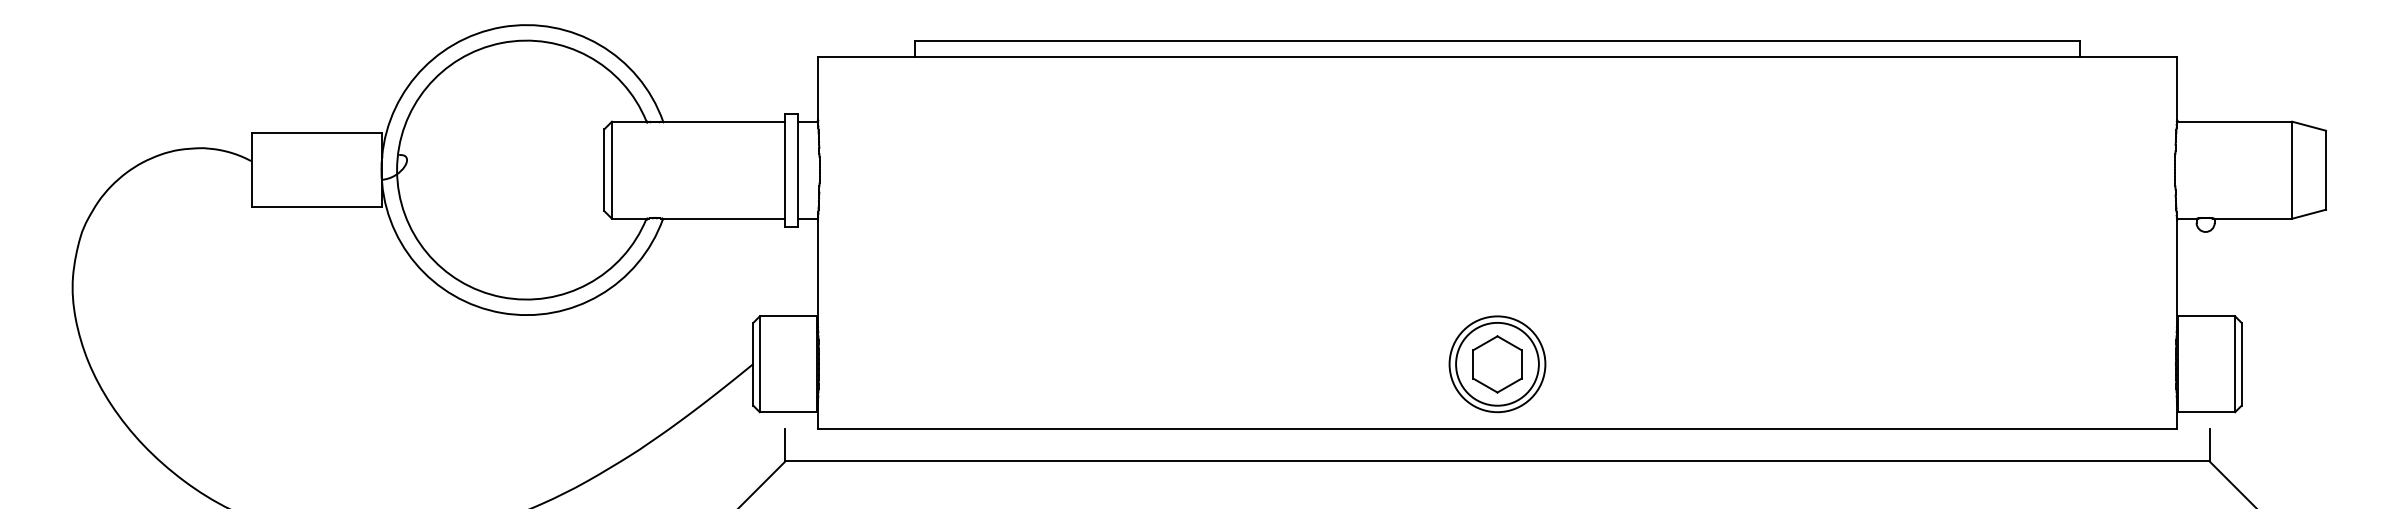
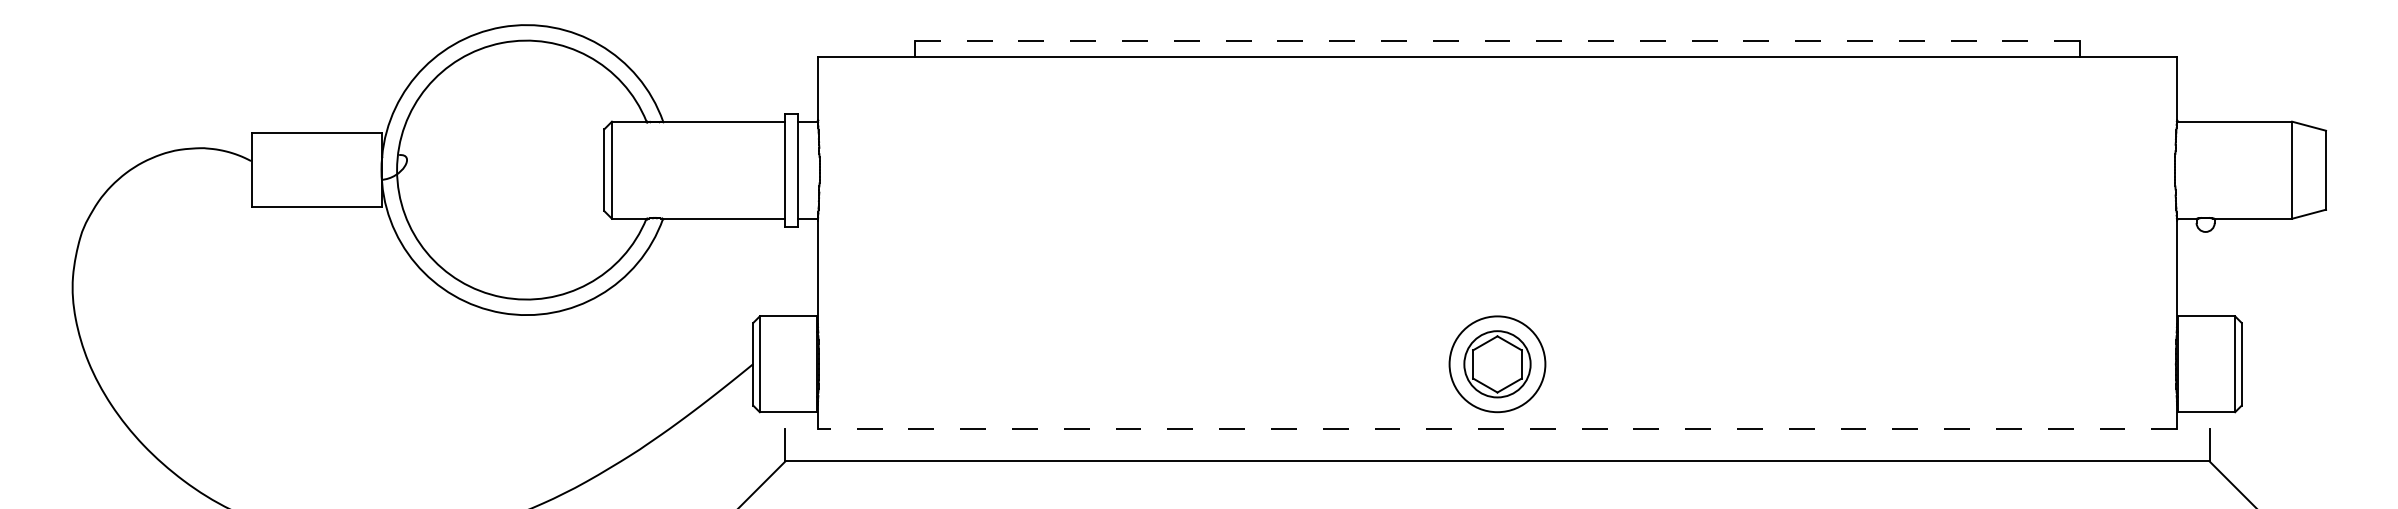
line at (1497, 40): solid -> dashed
circle at (1497, 363) diameter: 83 px -> 66 px
line at (1497, 429): solid -> dashed
